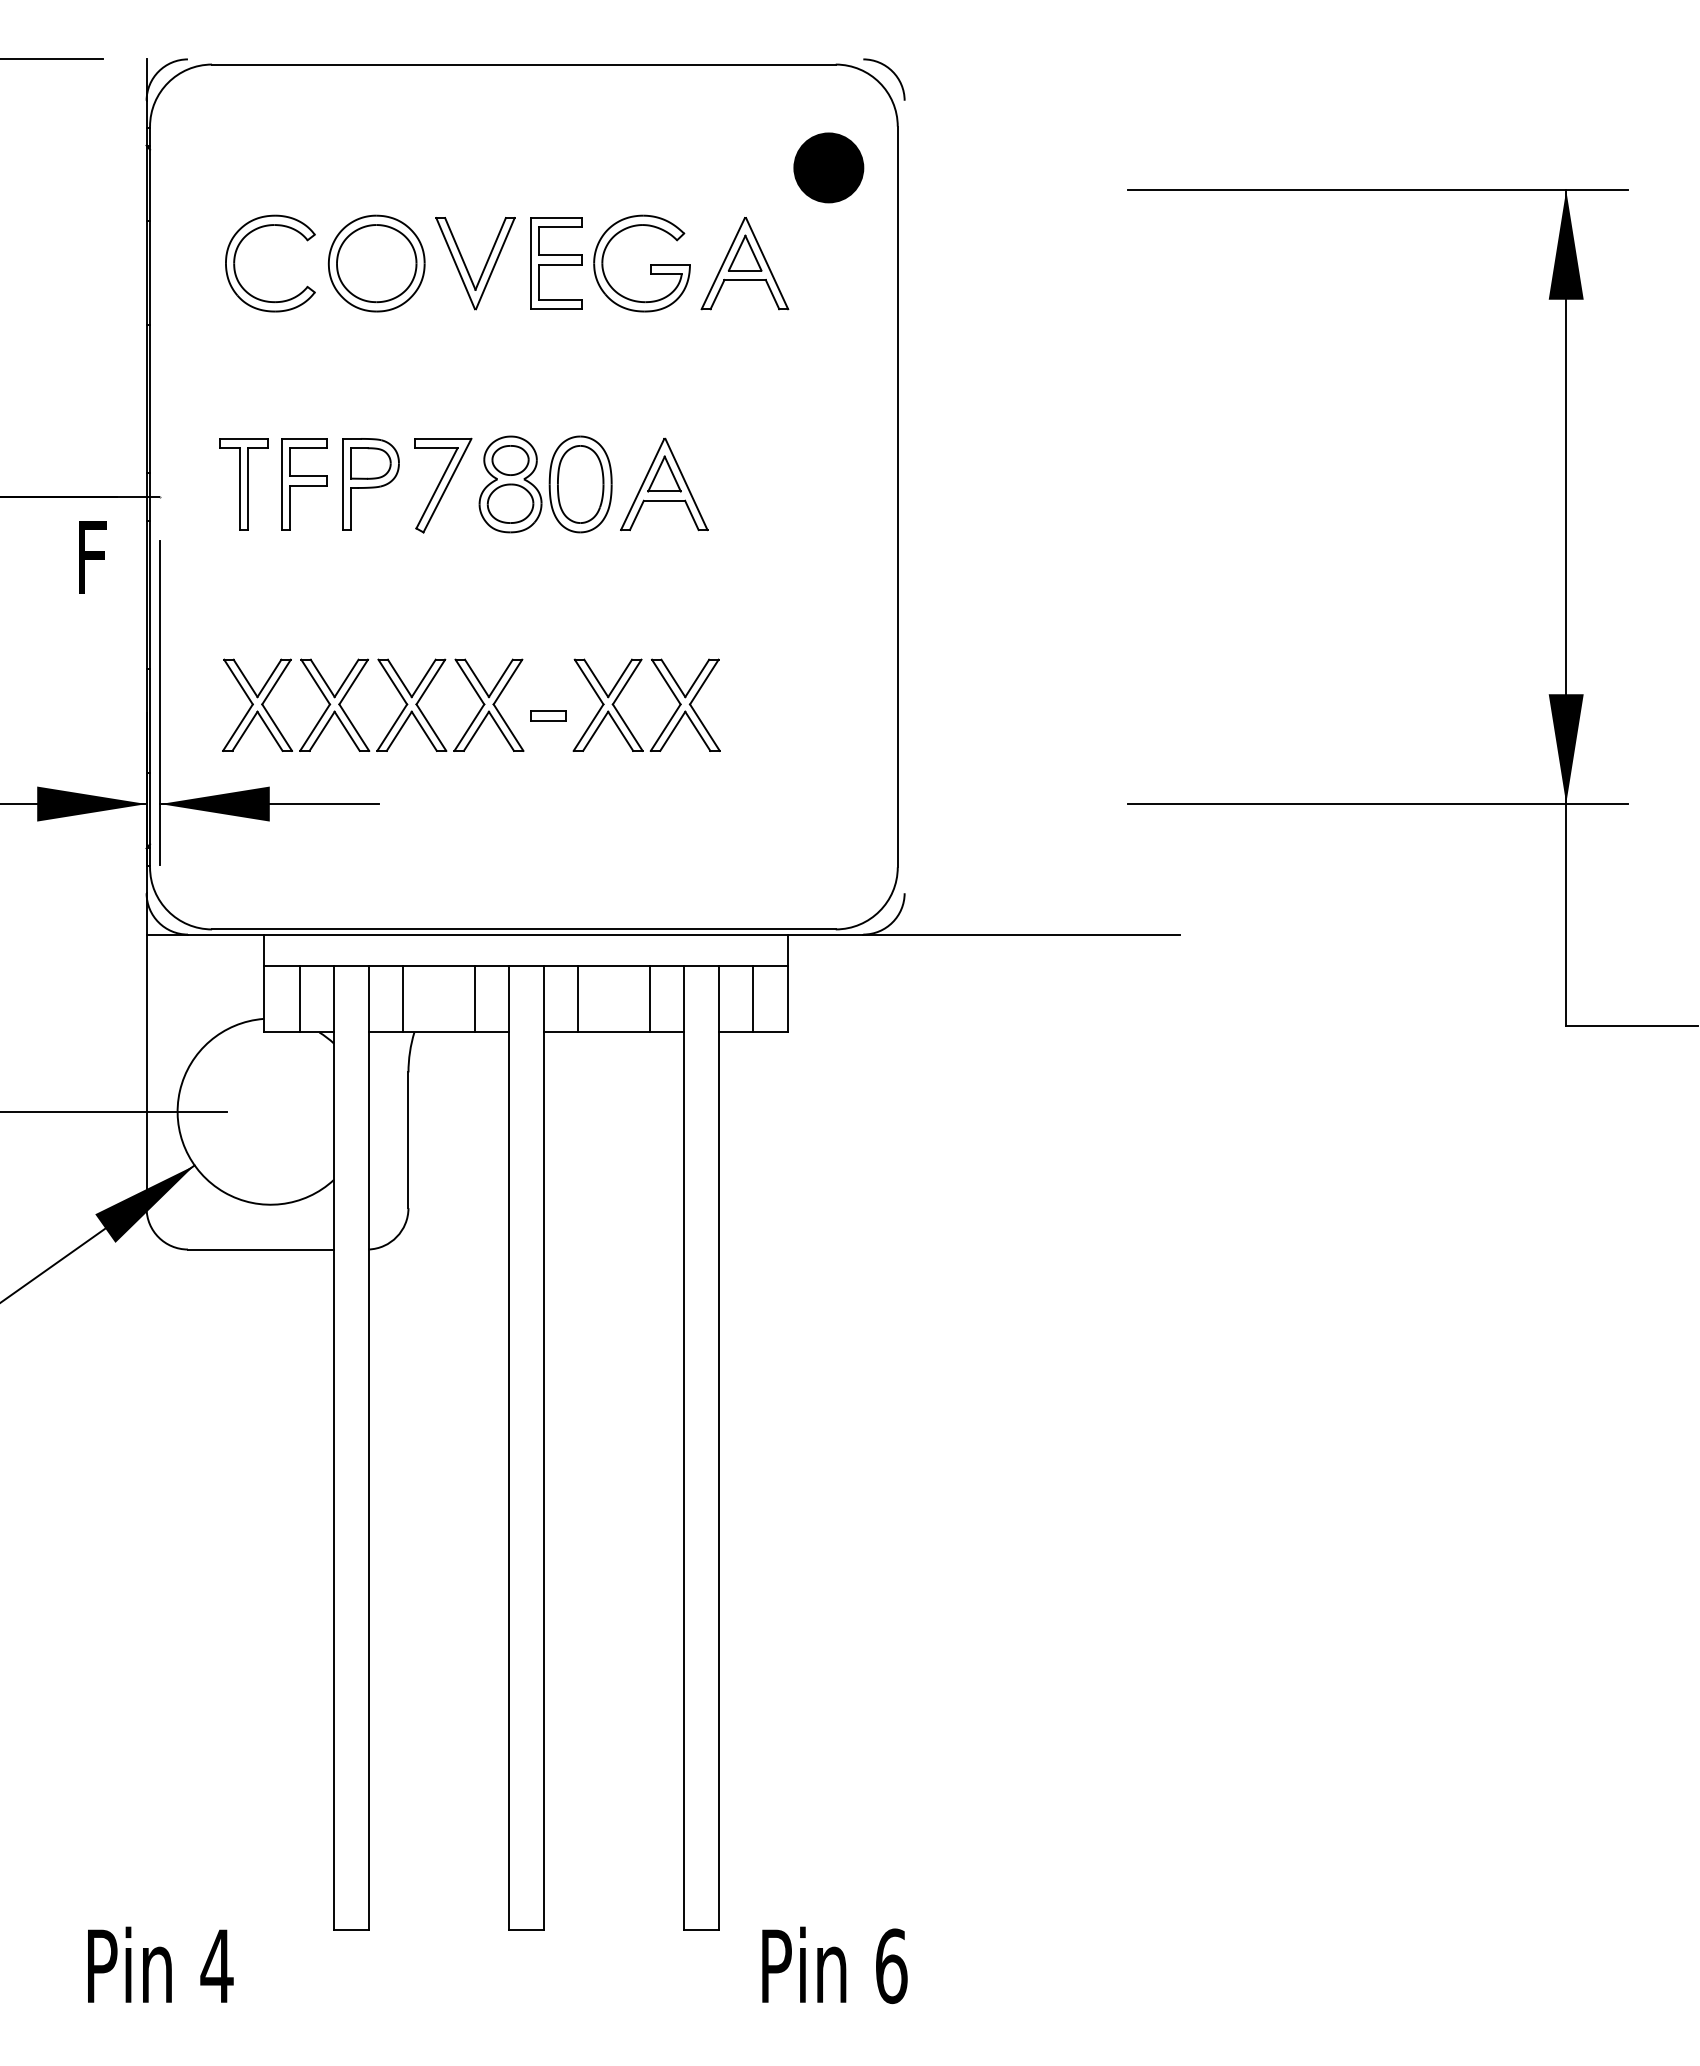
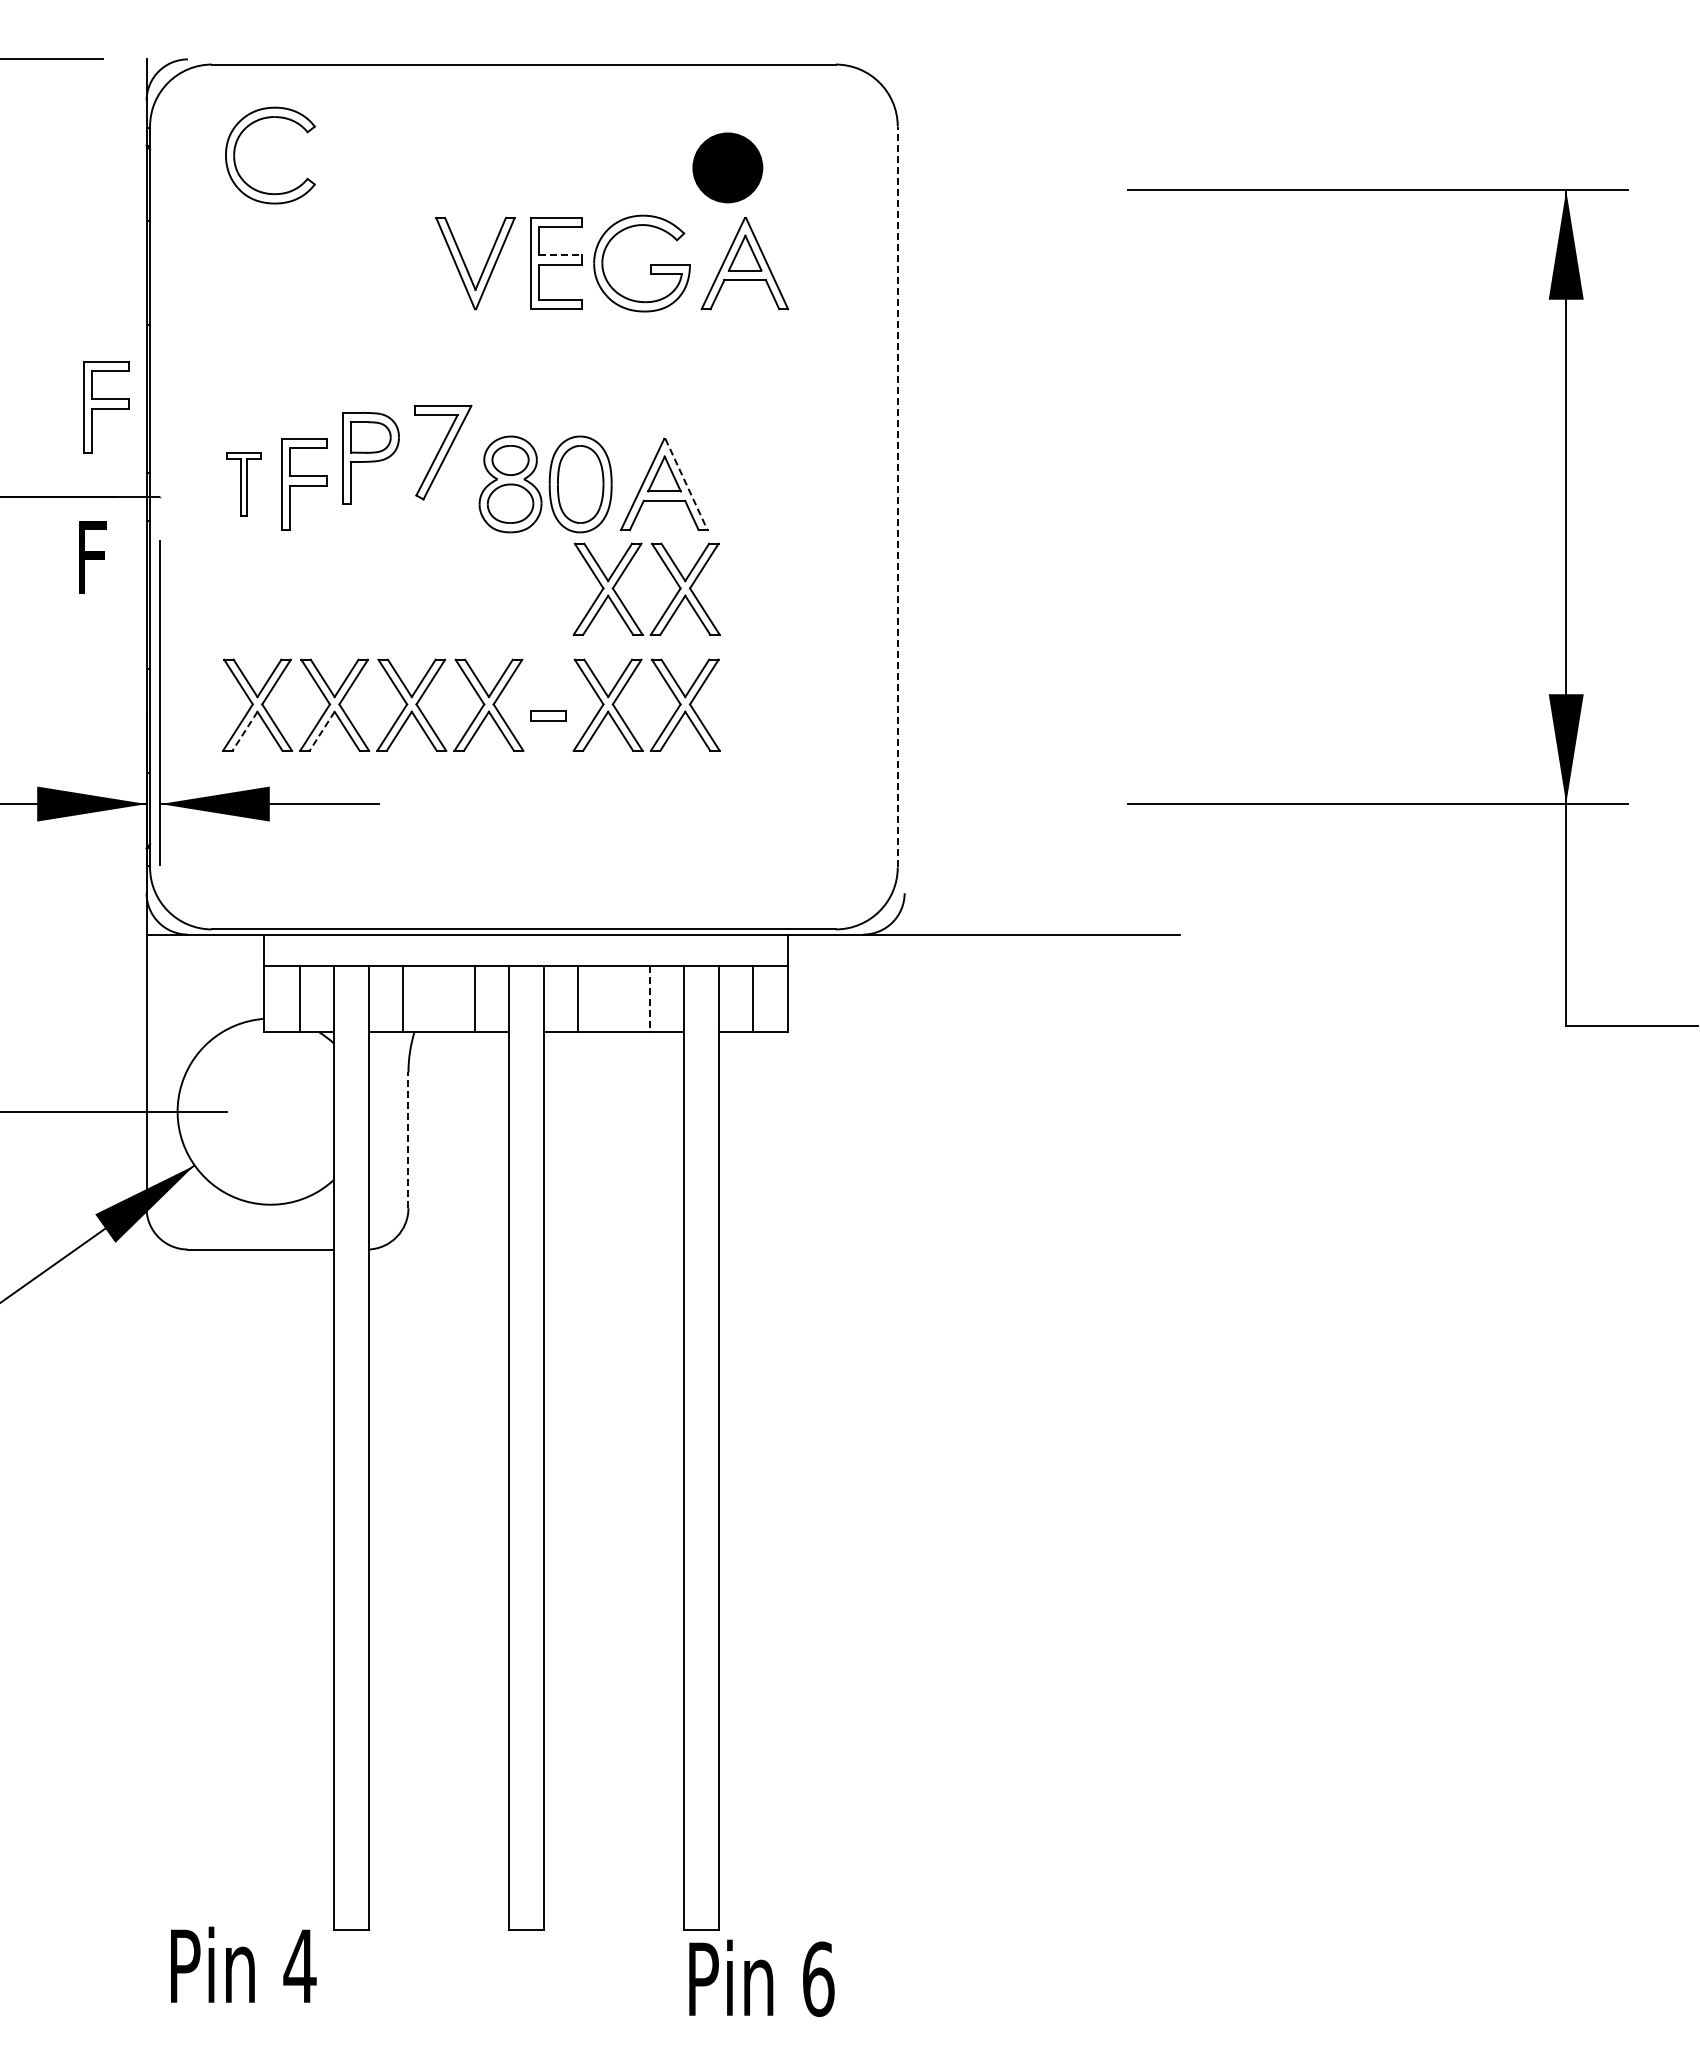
arc at (891, 71): present -> none
part at (828, 167) position: (828, 167) -> (727, 167)
line at (560, 255): solid -> dashed
part at (235, 263) position: (235, 263) -> (235, 155)
part at (376, 263): present -> none
part at (106, 407): none -> present
part at (243, 484) size: 50x93 px -> 36x65 px
part at (370, 484) position: (370, 484) -> (370, 458)
line at (686, 484): solid -> dashed
part at (443, 485) position: (443, 485) -> (443, 452)
line at (897, 496): solid -> dashed
part at (624, 572): none -> present
line at (244, 731): solid -> dashed
line at (321, 731): solid -> dashed
line at (649, 999): solid -> dashed
line at (408, 1140): solid -> dashed
text at (160, 1964) position: (160, 1964) -> (243, 1964)
text at (834, 1964) position: (834, 1964) -> (761, 1977)
